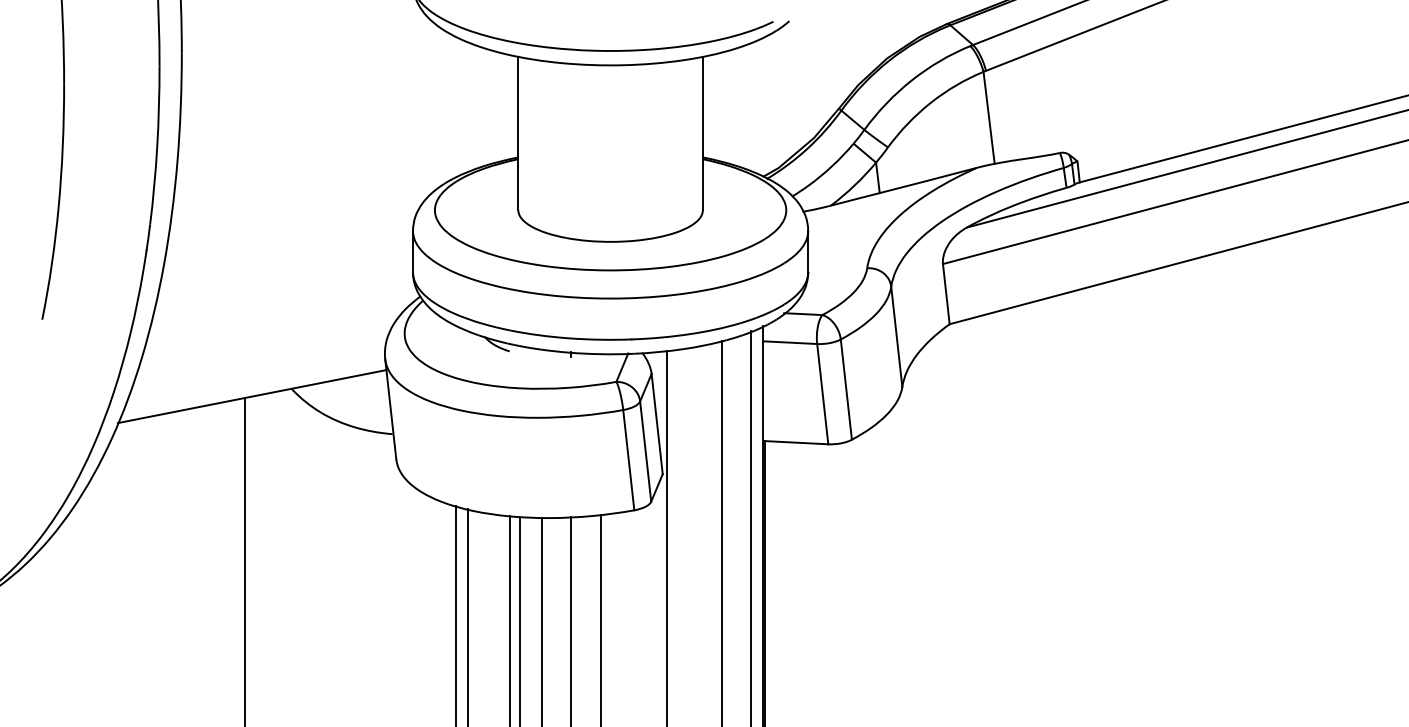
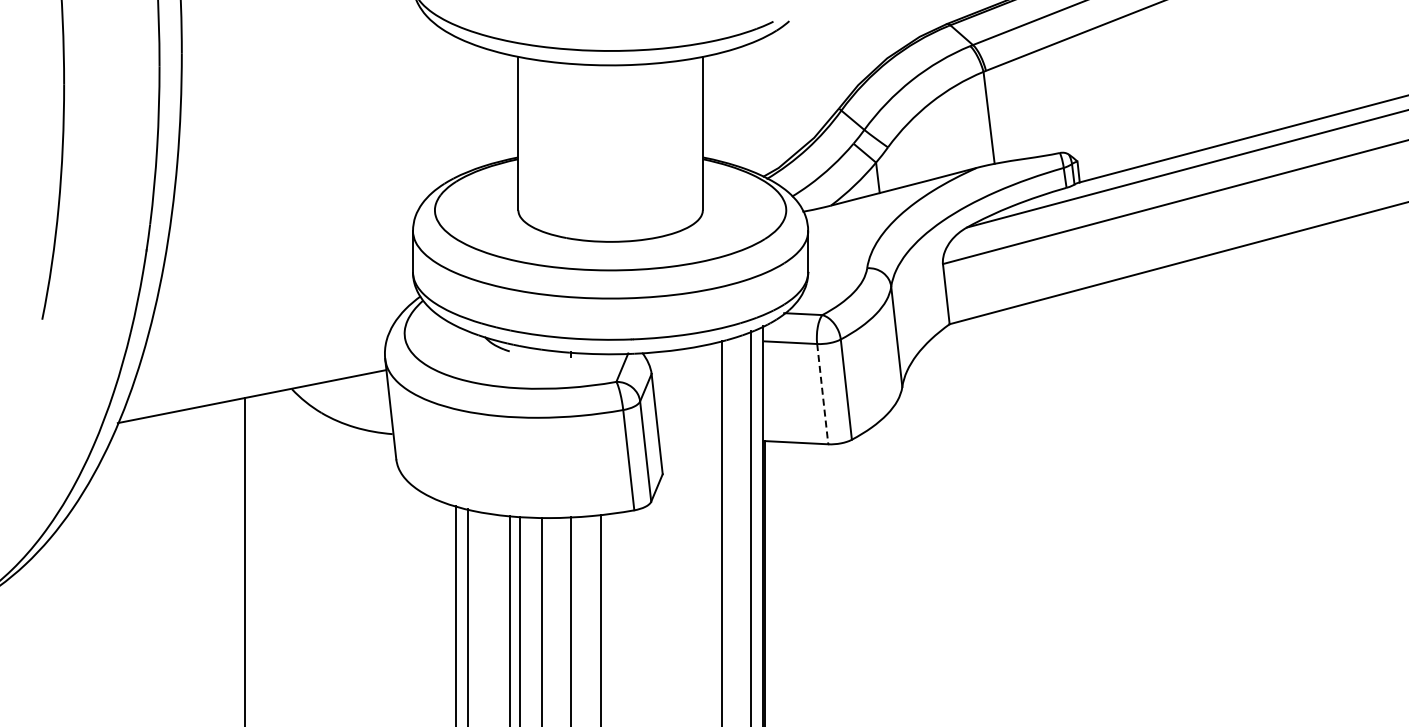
line at (822, 394): solid -> dashed
line at (666, 536): present -> none
